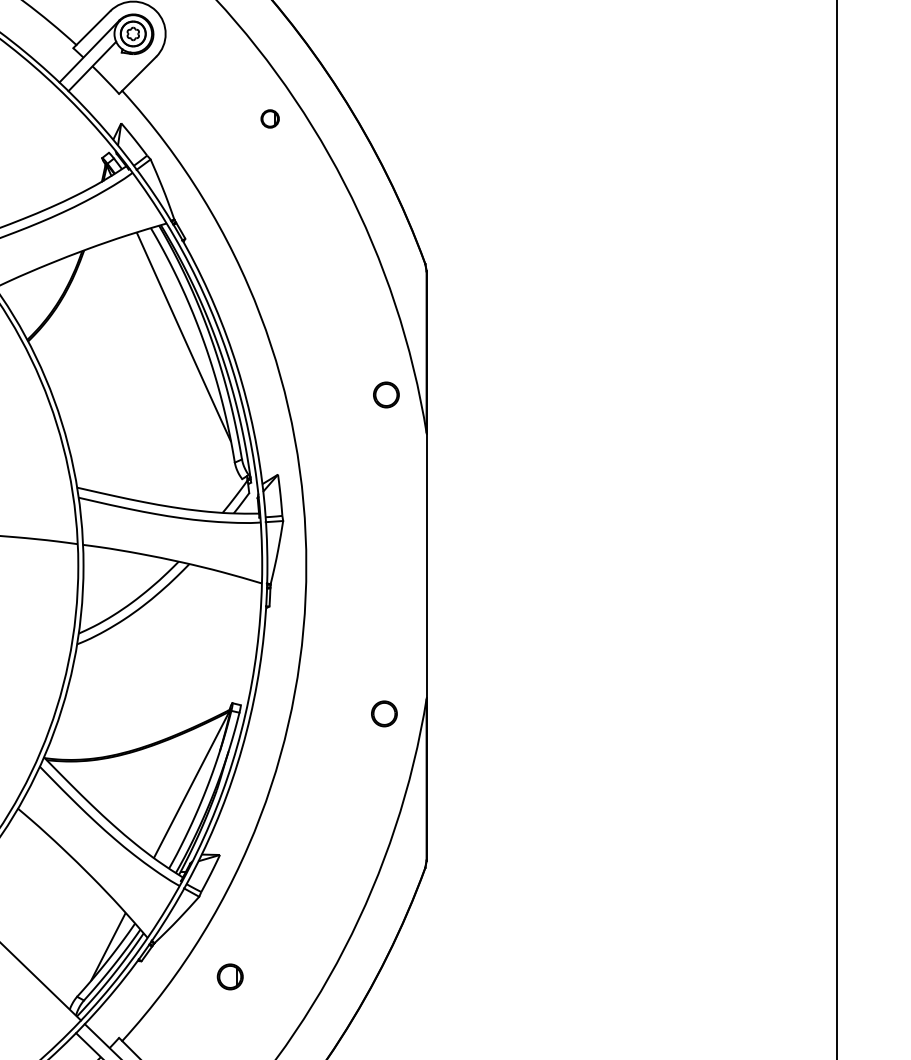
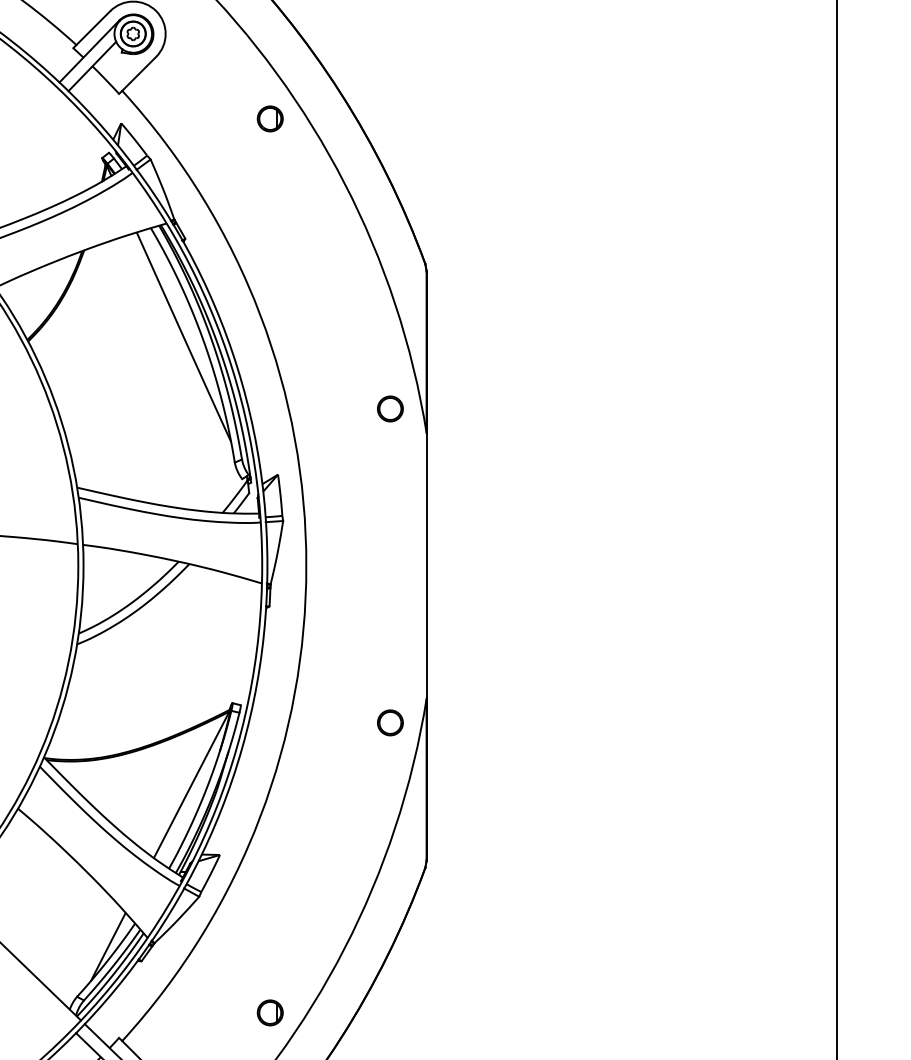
part at (269, 118) size: 20x20 px -> 28x28 px
circle at (386, 394) position: (386, 394) -> (390, 408)
circle at (384, 713) position: (384, 713) -> (390, 722)
part at (229, 976) position: (229, 976) -> (269, 1012)
